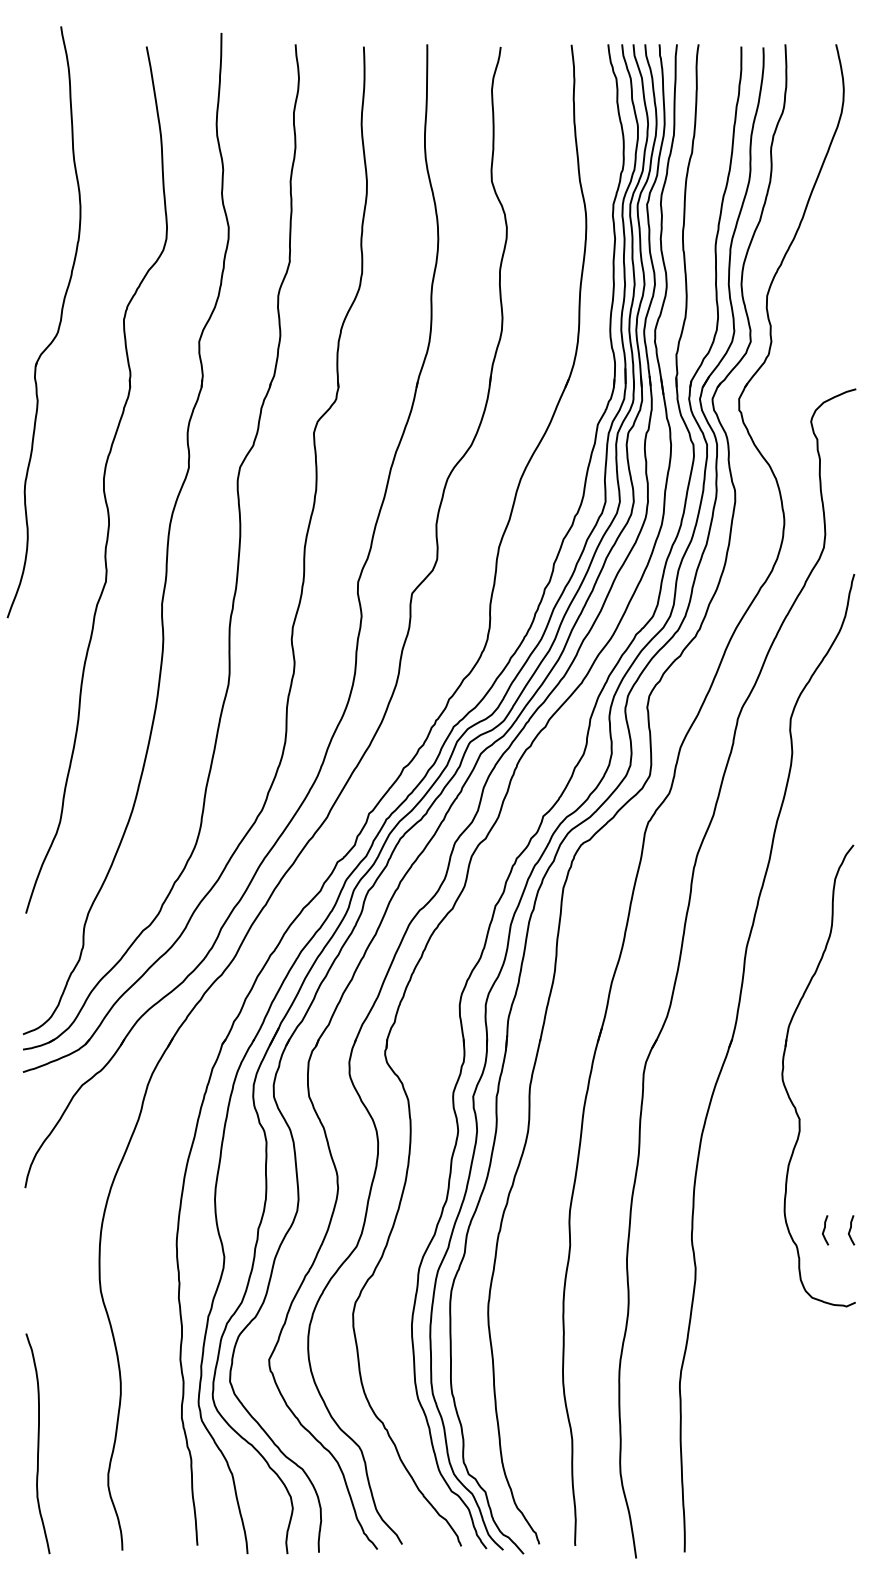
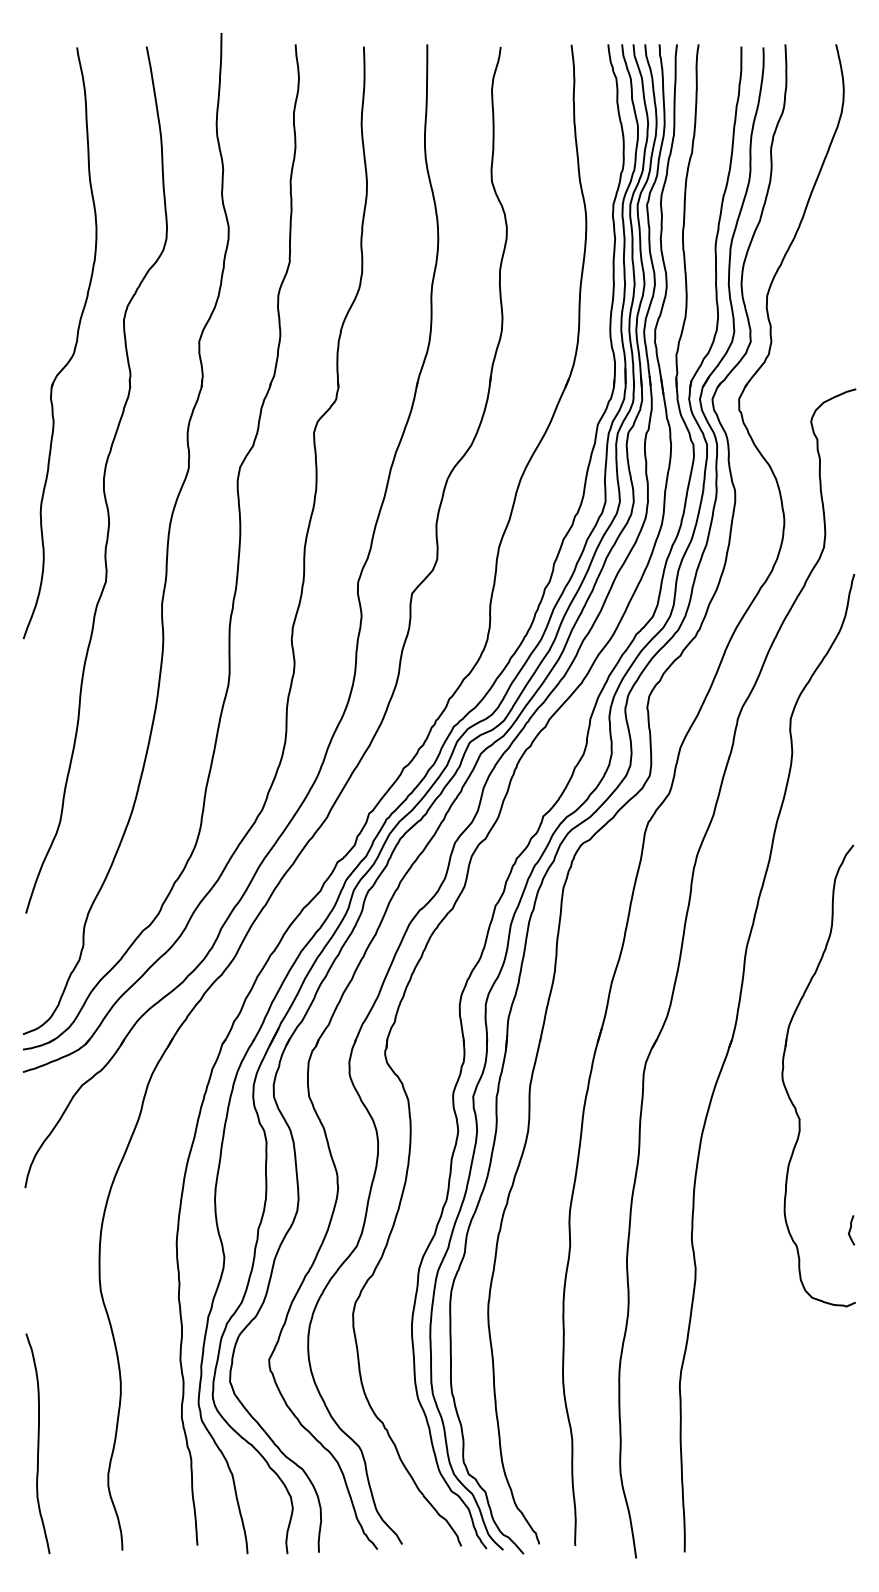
part at (58, 325) position: (58, 325) -> (74, 346)
curve at (825, 1229): present -> none
